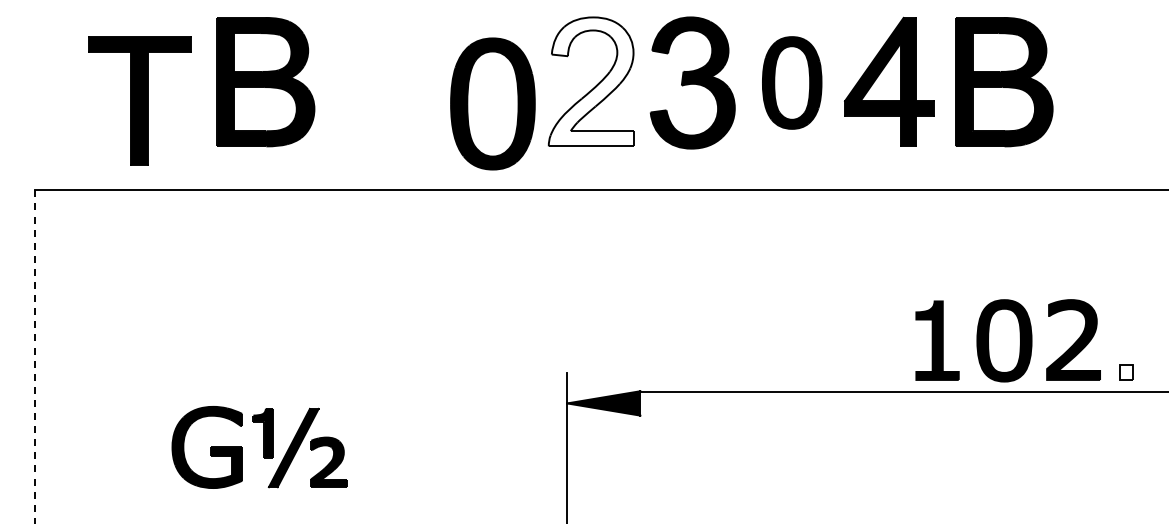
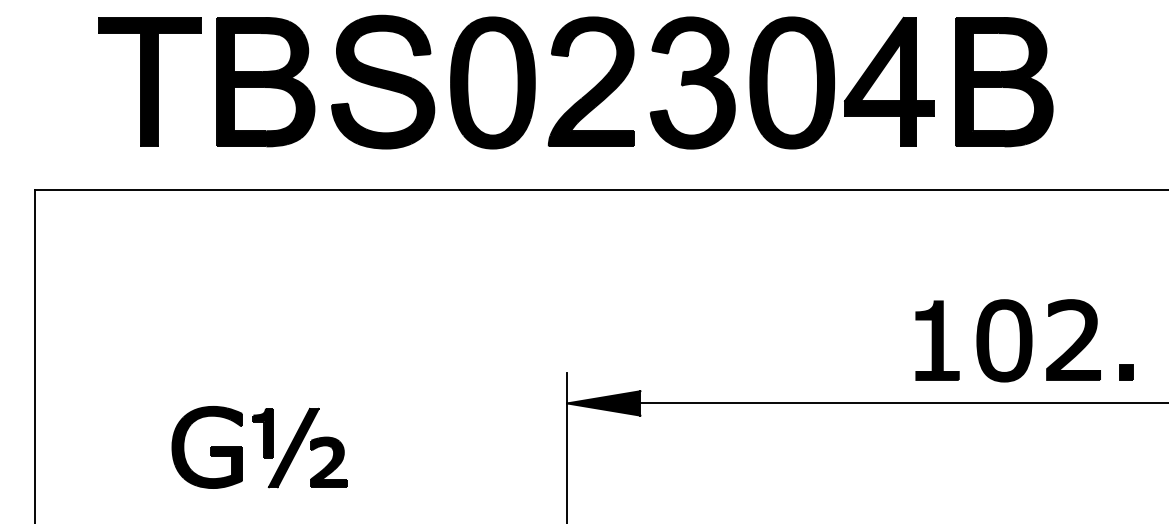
part at (383, 81): none -> present
fill at (590, 81): none -> present
part at (792, 82) size: 61x94 px -> 86x134 px
part at (139, 100) position: (139, 100) -> (149, 81)
part at (492, 103) position: (492, 103) -> (492, 82)
line at (35, 357): dashed -> solid
fill at (1126, 371): none -> present
line at (902, 392) position: (902, 392) -> (902, 403)
